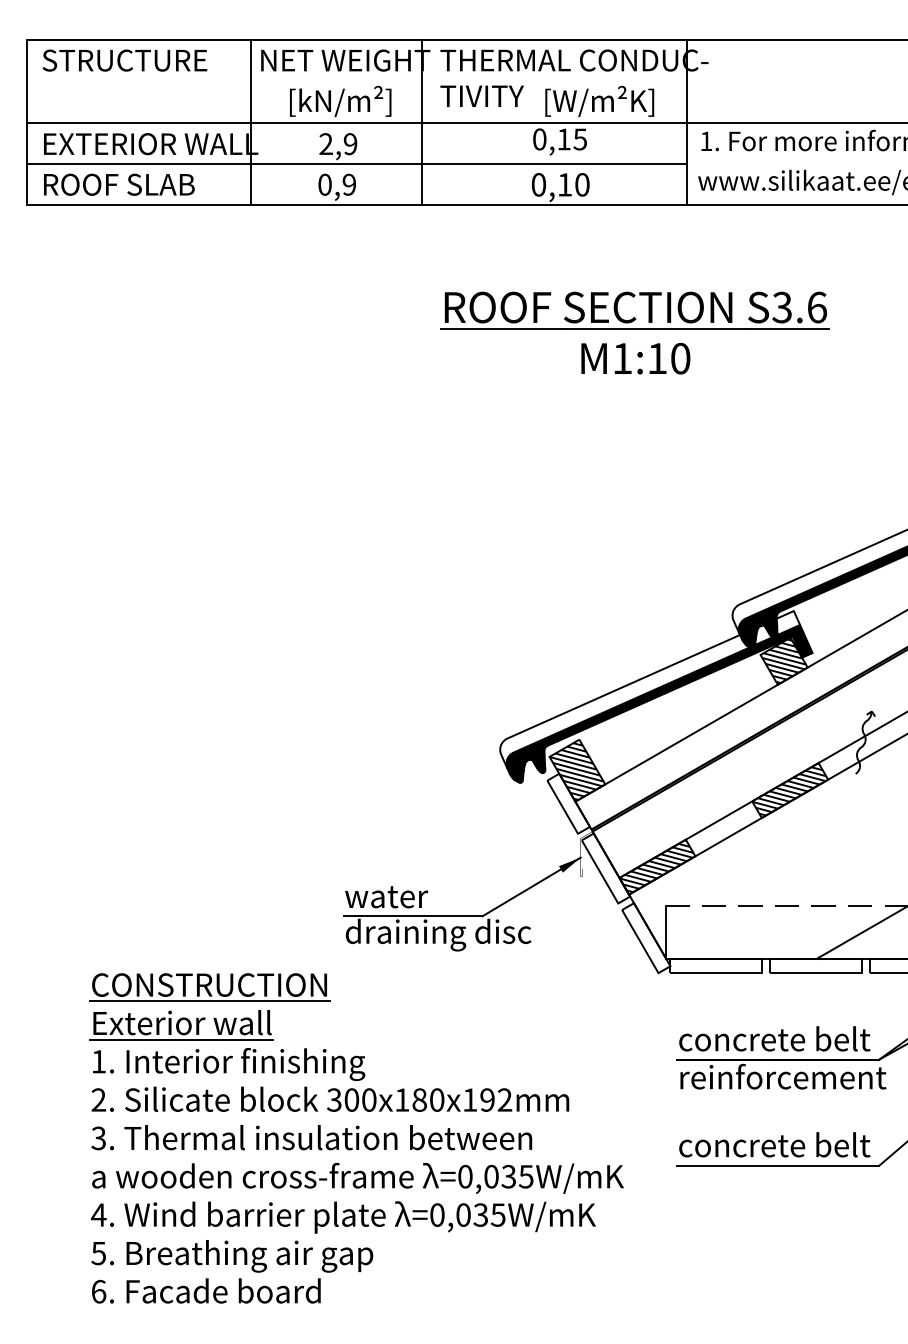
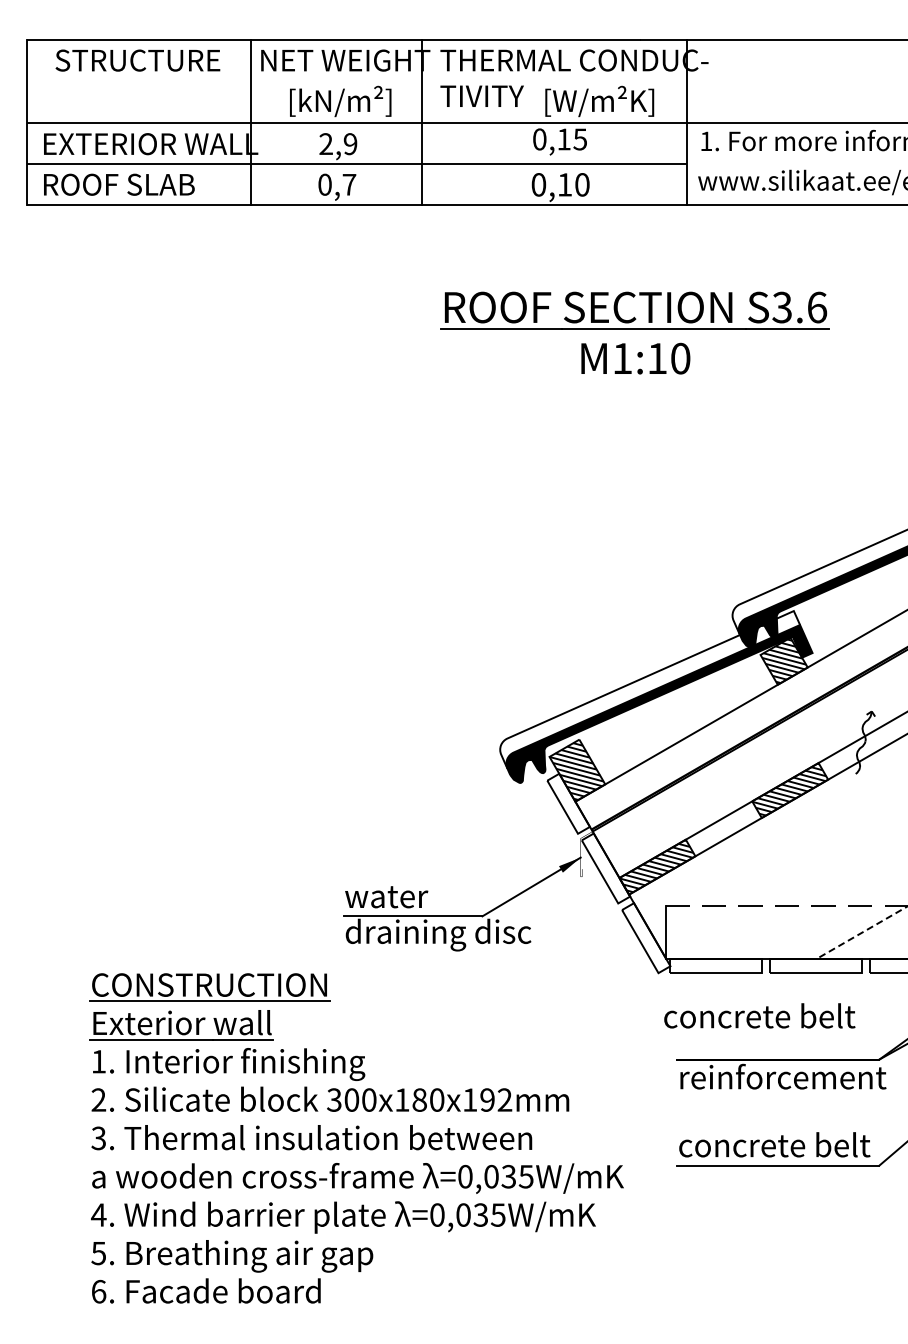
text at (124, 60) position: (124, 60) -> (137, 60)
text at (349, 184): 0,9 -> 0,7
line at (861, 932): solid -> dashed
text at (774, 1038) position: (774, 1038) -> (759, 1015)
